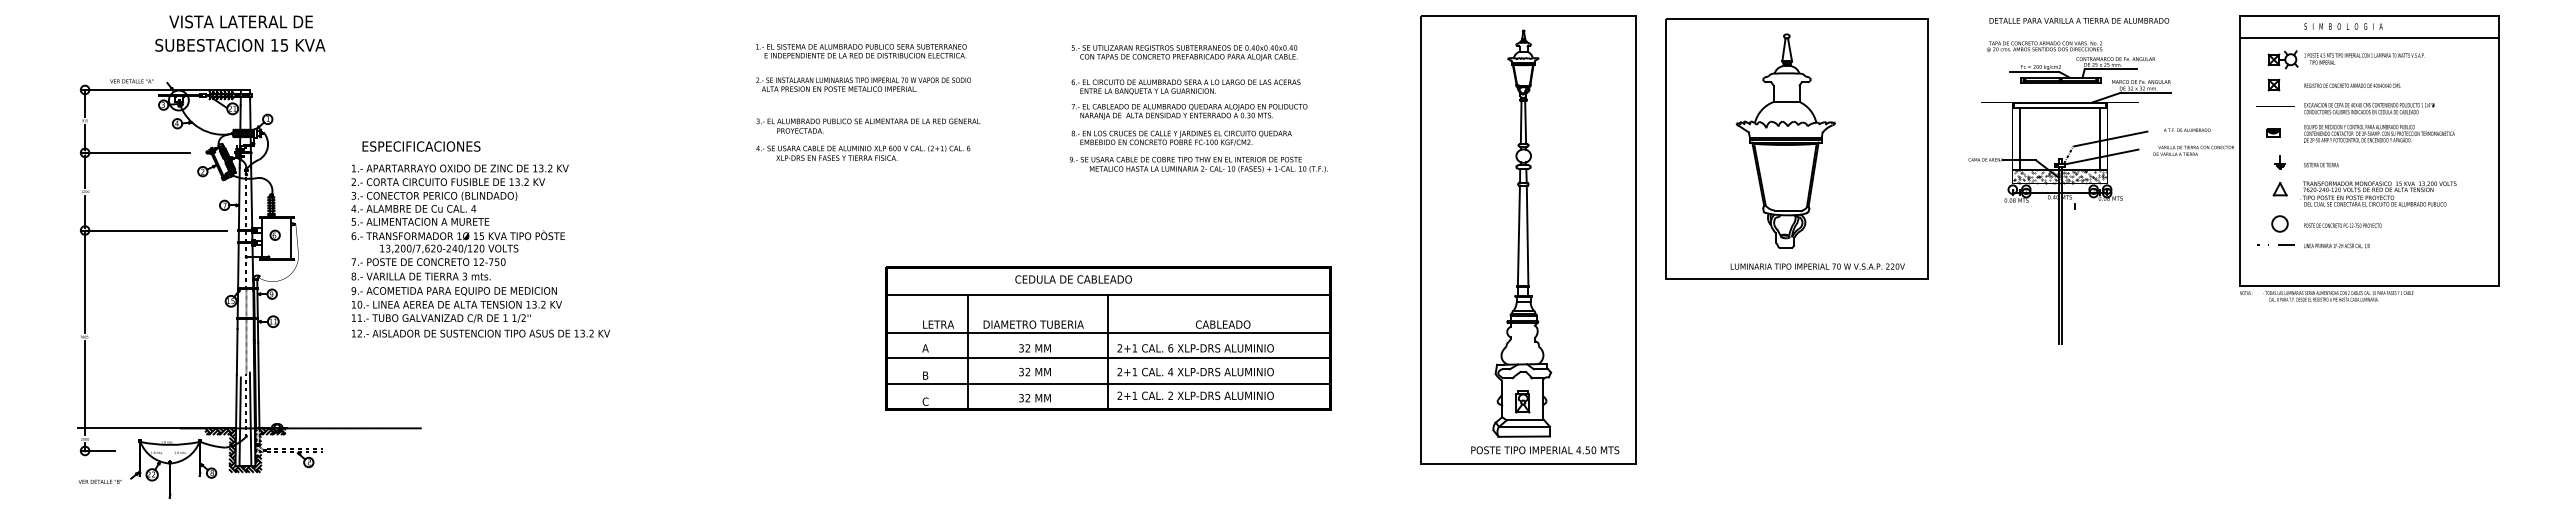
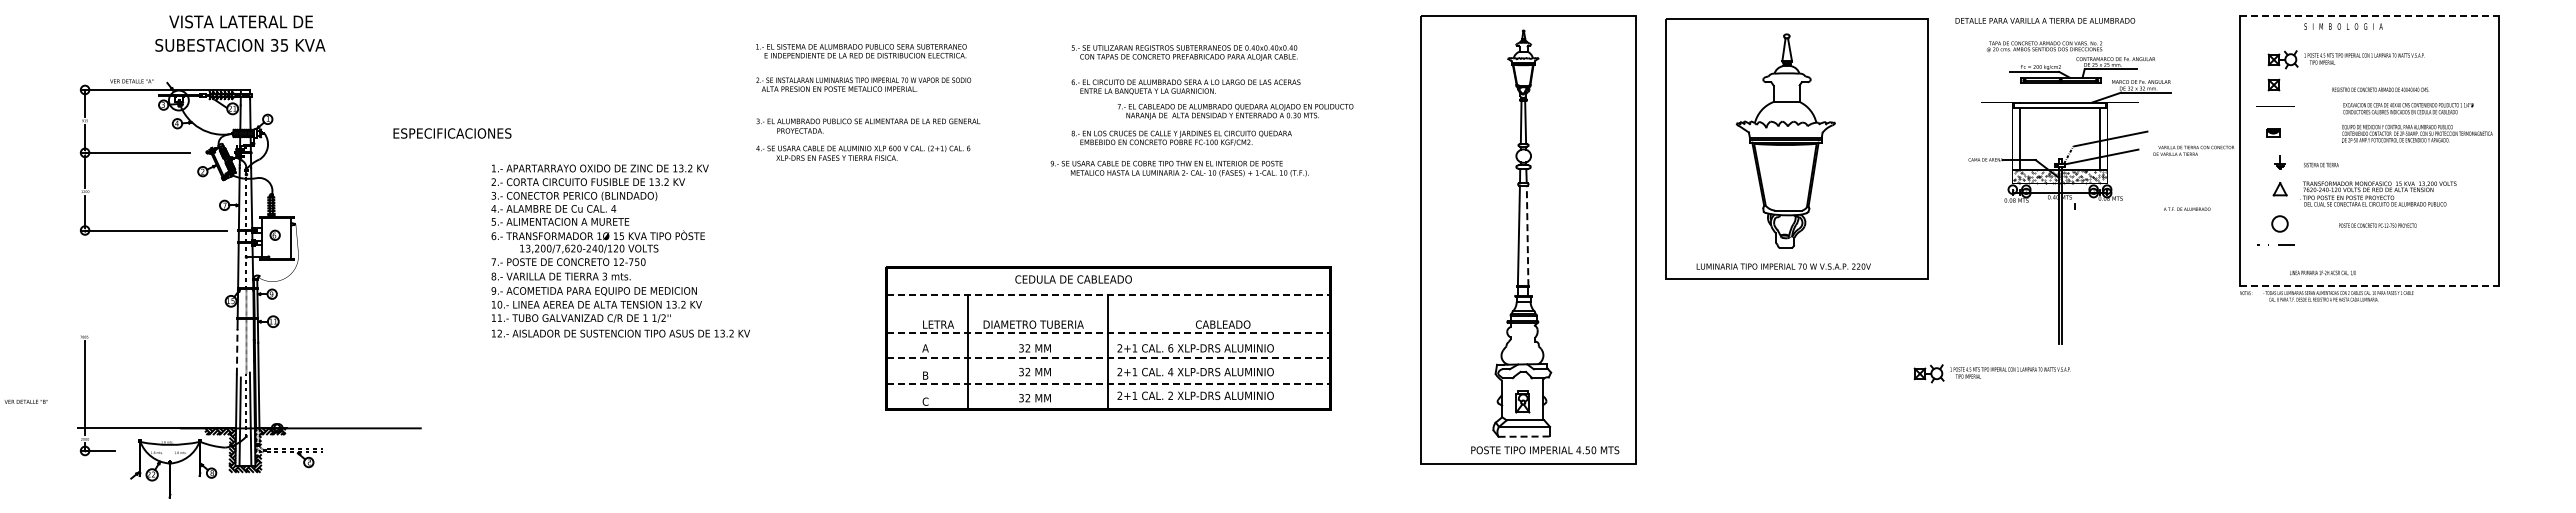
line at (2370, 15): solid -> dashed
text at (2079, 20) position: (2079, 20) -> (2045, 20)
line at (2369, 37): present -> none
text at (274, 45): 15 -> 35
text at (2352, 85) position: (2352, 85) -> (2380, 89)
text at (2369, 108) position: (2369, 108) -> (2408, 108)
text at (1189, 111) position: (1189, 111) -> (1235, 111)
text at (2187, 129) position: (2187, 129) -> (2187, 208)
text at (2379, 133) position: (2379, 133) -> (2417, 133)
text at (421, 146) position: (421, 146) -> (452, 133)
text at (1198, 164) position: (1198, 164) -> (1179, 168)
text at (2342, 225) position: (2342, 225) -> (2377, 225)
line at (1527, 235): solid -> dashed
text at (2336, 245) position: (2336, 245) -> (2322, 272)
text at (480, 250) position: (480, 250) -> (620, 250)
text at (1817, 266) position: (1817, 266) -> (1783, 266)
line at (85, 283): present -> none
line at (2370, 286): solid -> dashed
line at (1109, 294): solid -> dashed
line at (1109, 332): solid -> dashed
line at (237, 351): solid -> dashed
line at (1109, 358): solid -> dashed
part at (1991, 373): none -> present
line at (1109, 384): solid -> dashed
line at (1524, 436): solid -> dashed
text at (99, 481) position: (99, 481) -> (25, 401)
